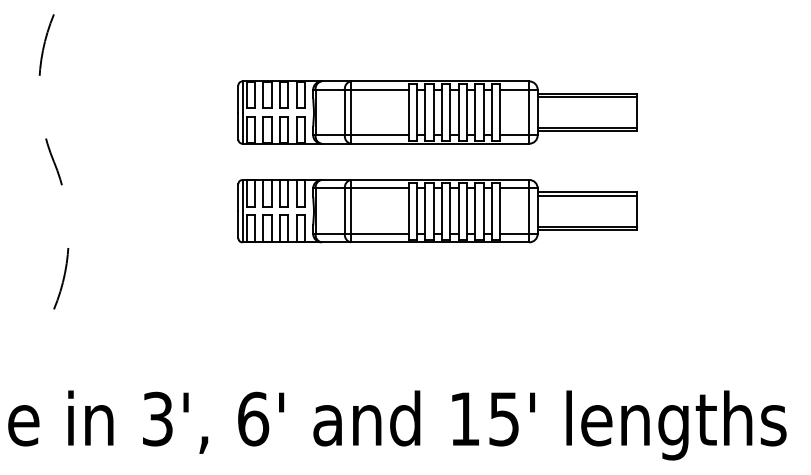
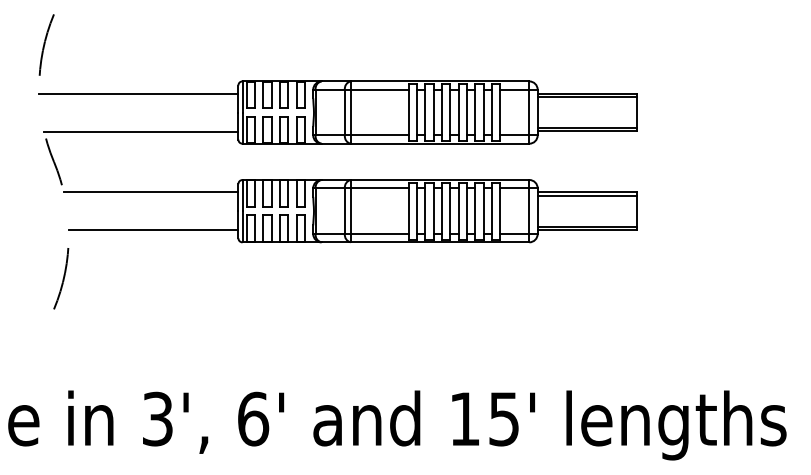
line at (138, 93): none -> present
line at (141, 131): none -> present
line at (150, 192): none -> present
line at (153, 230): none -> present
